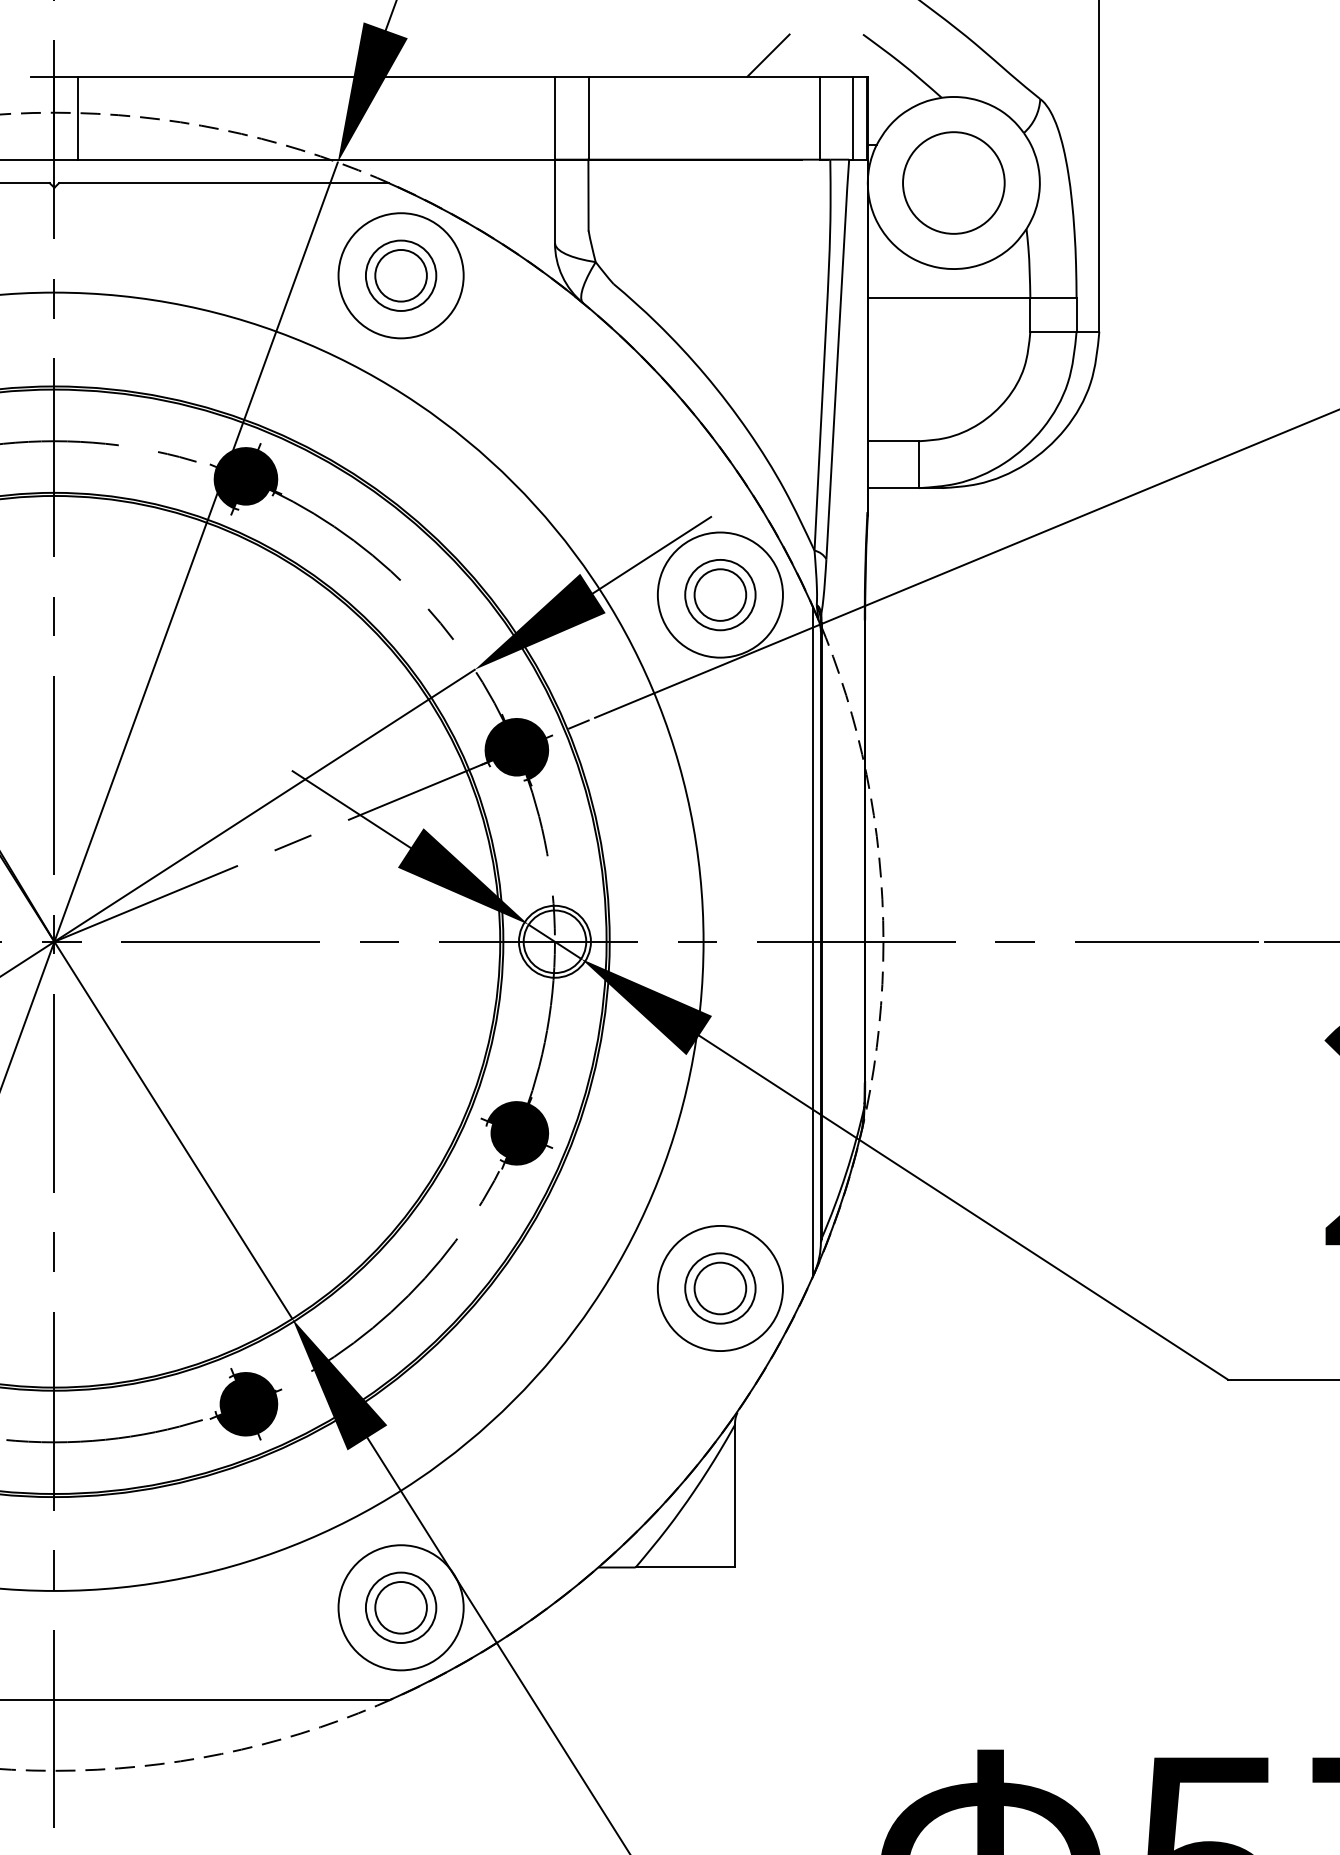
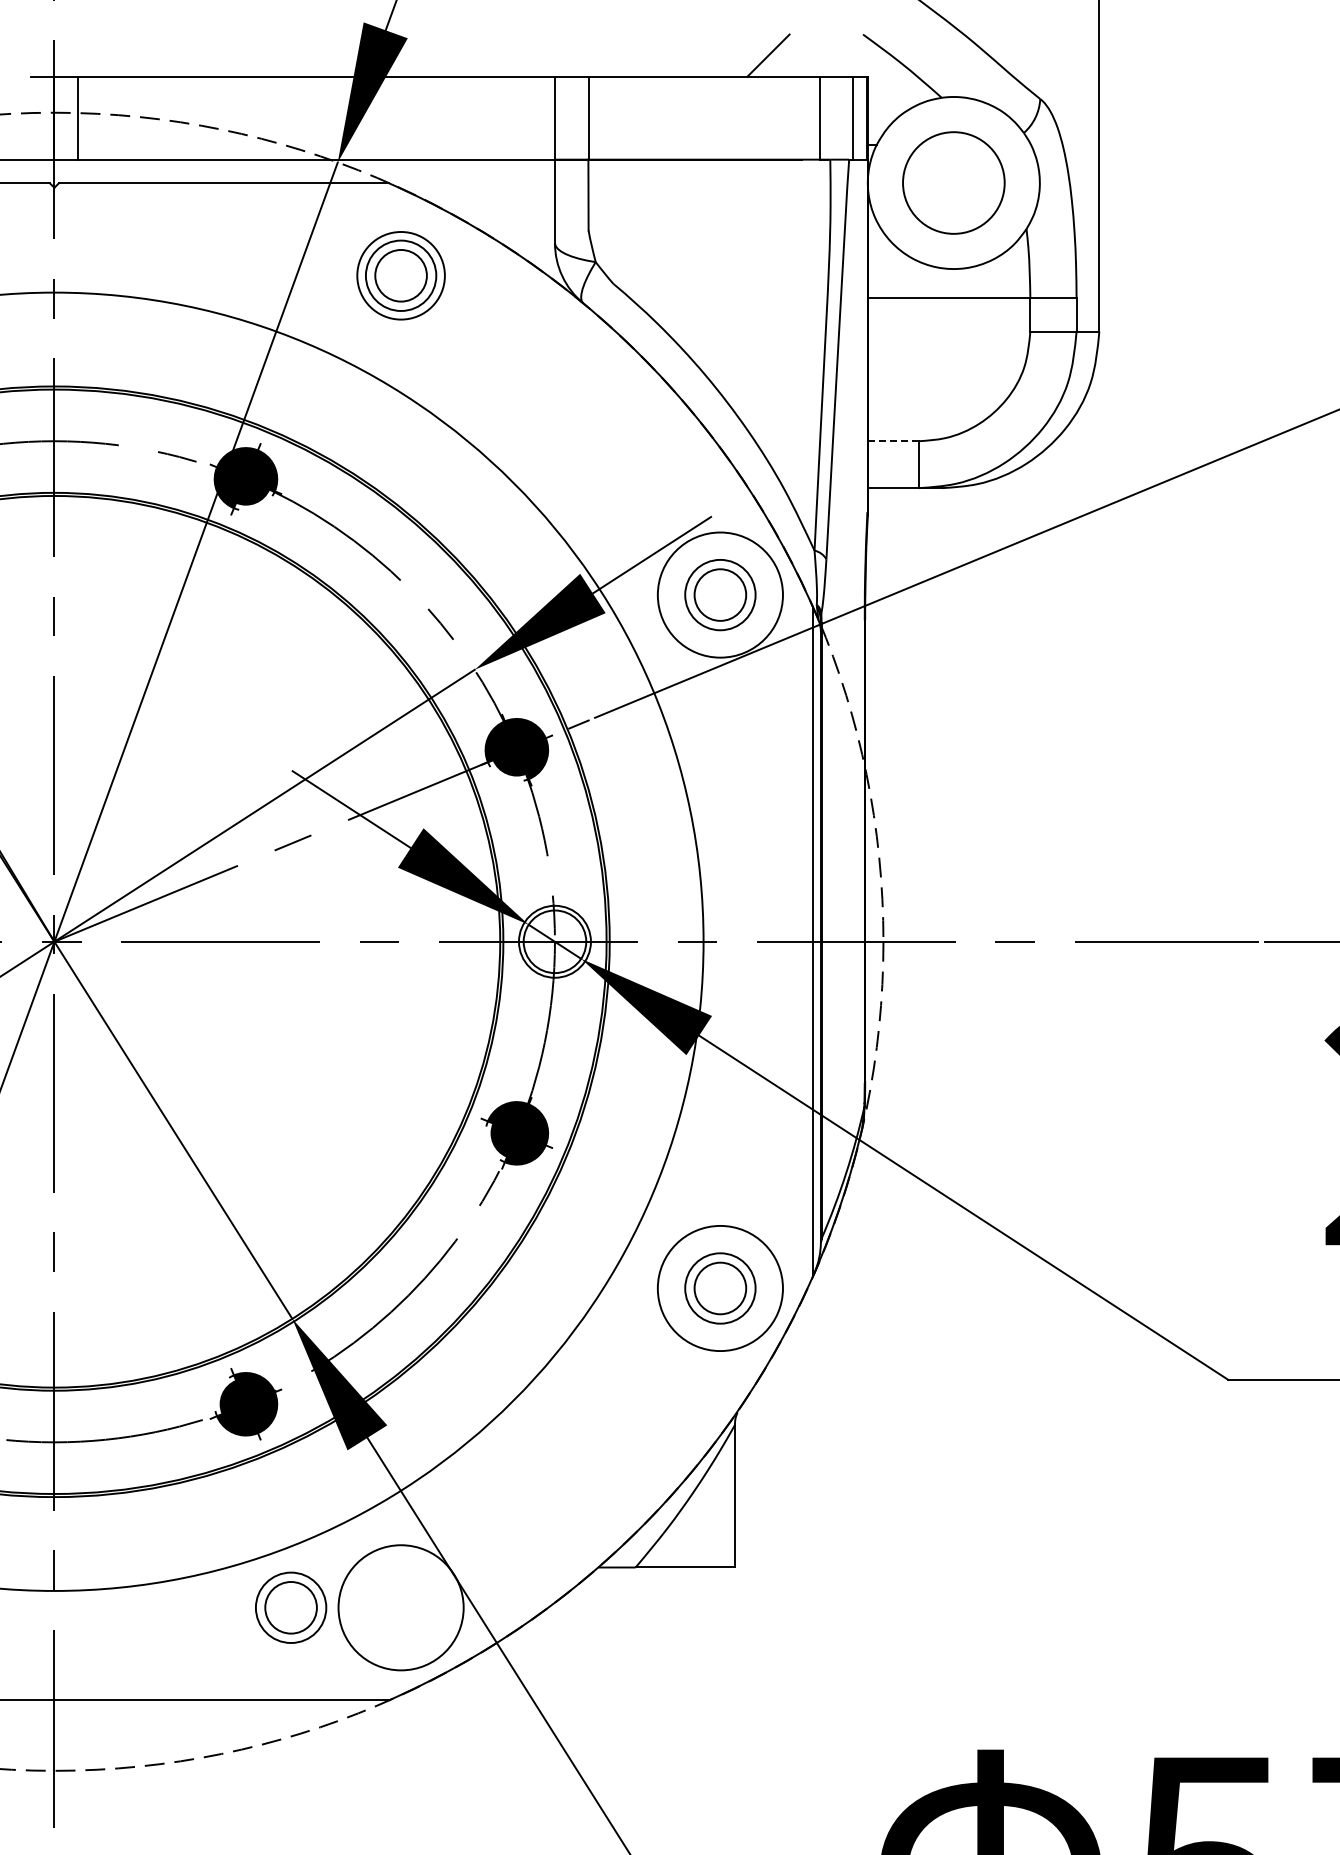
circle at (400, 275) diameter: 125 px -> 88 px
line at (893, 441): solid -> dashed
part at (401, 1607) position: (401, 1607) -> (291, 1607)
